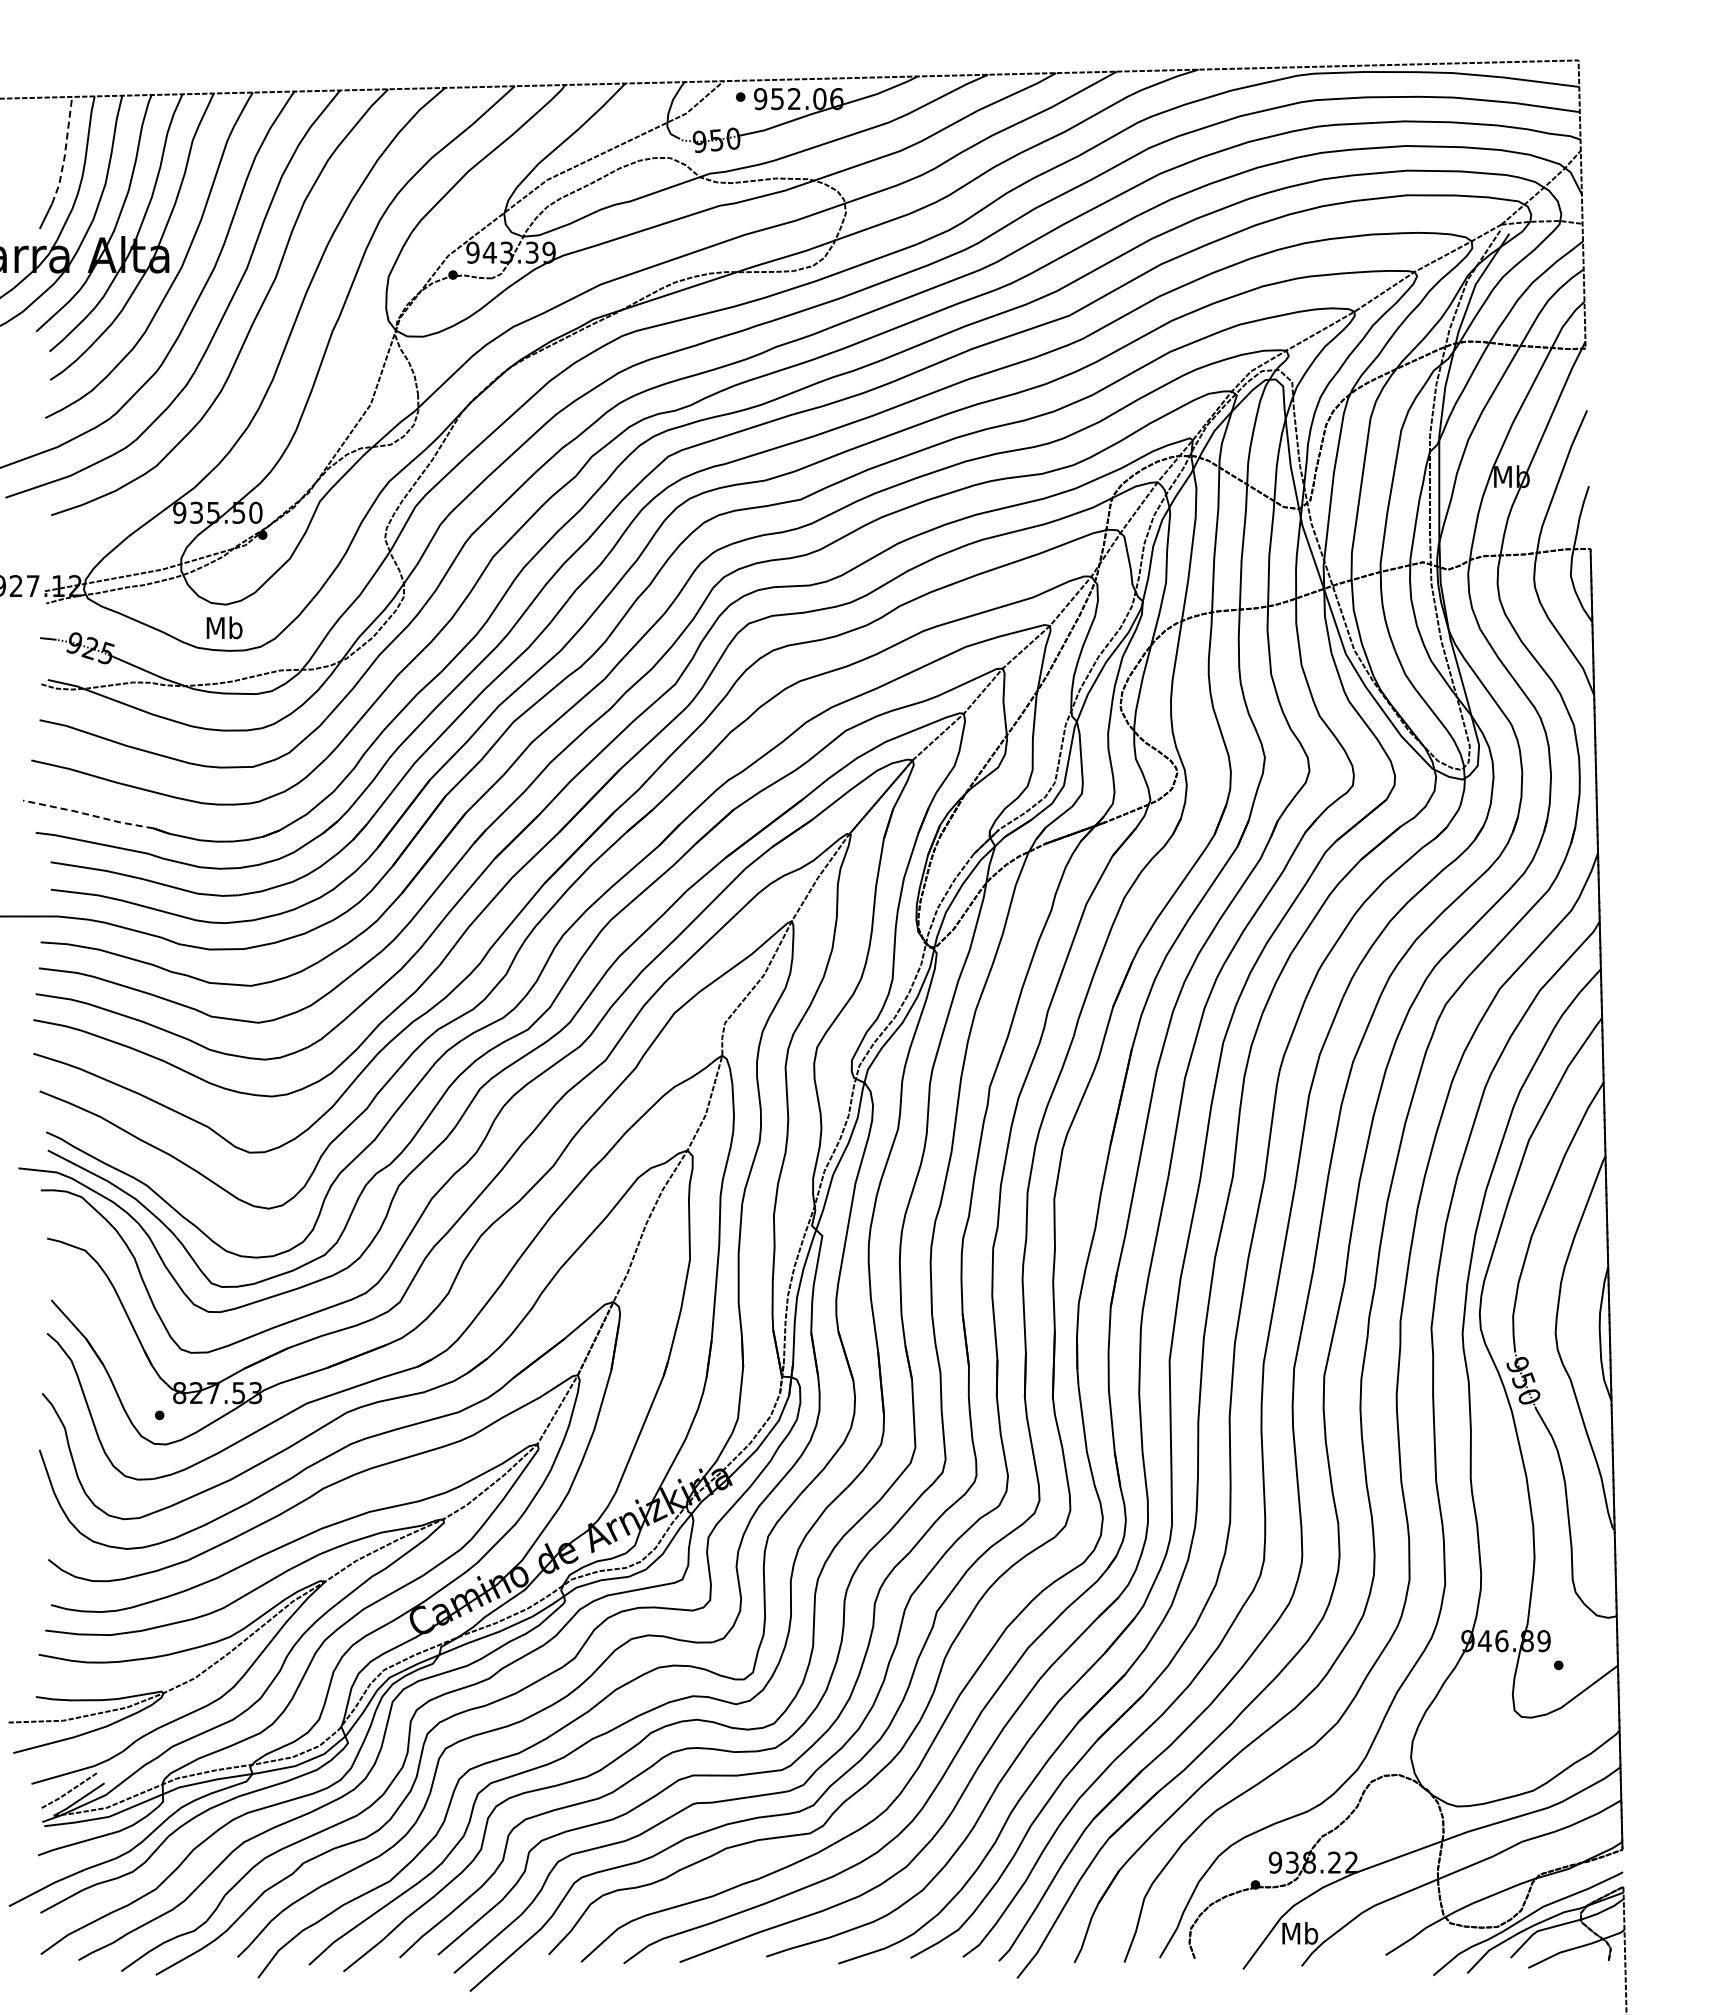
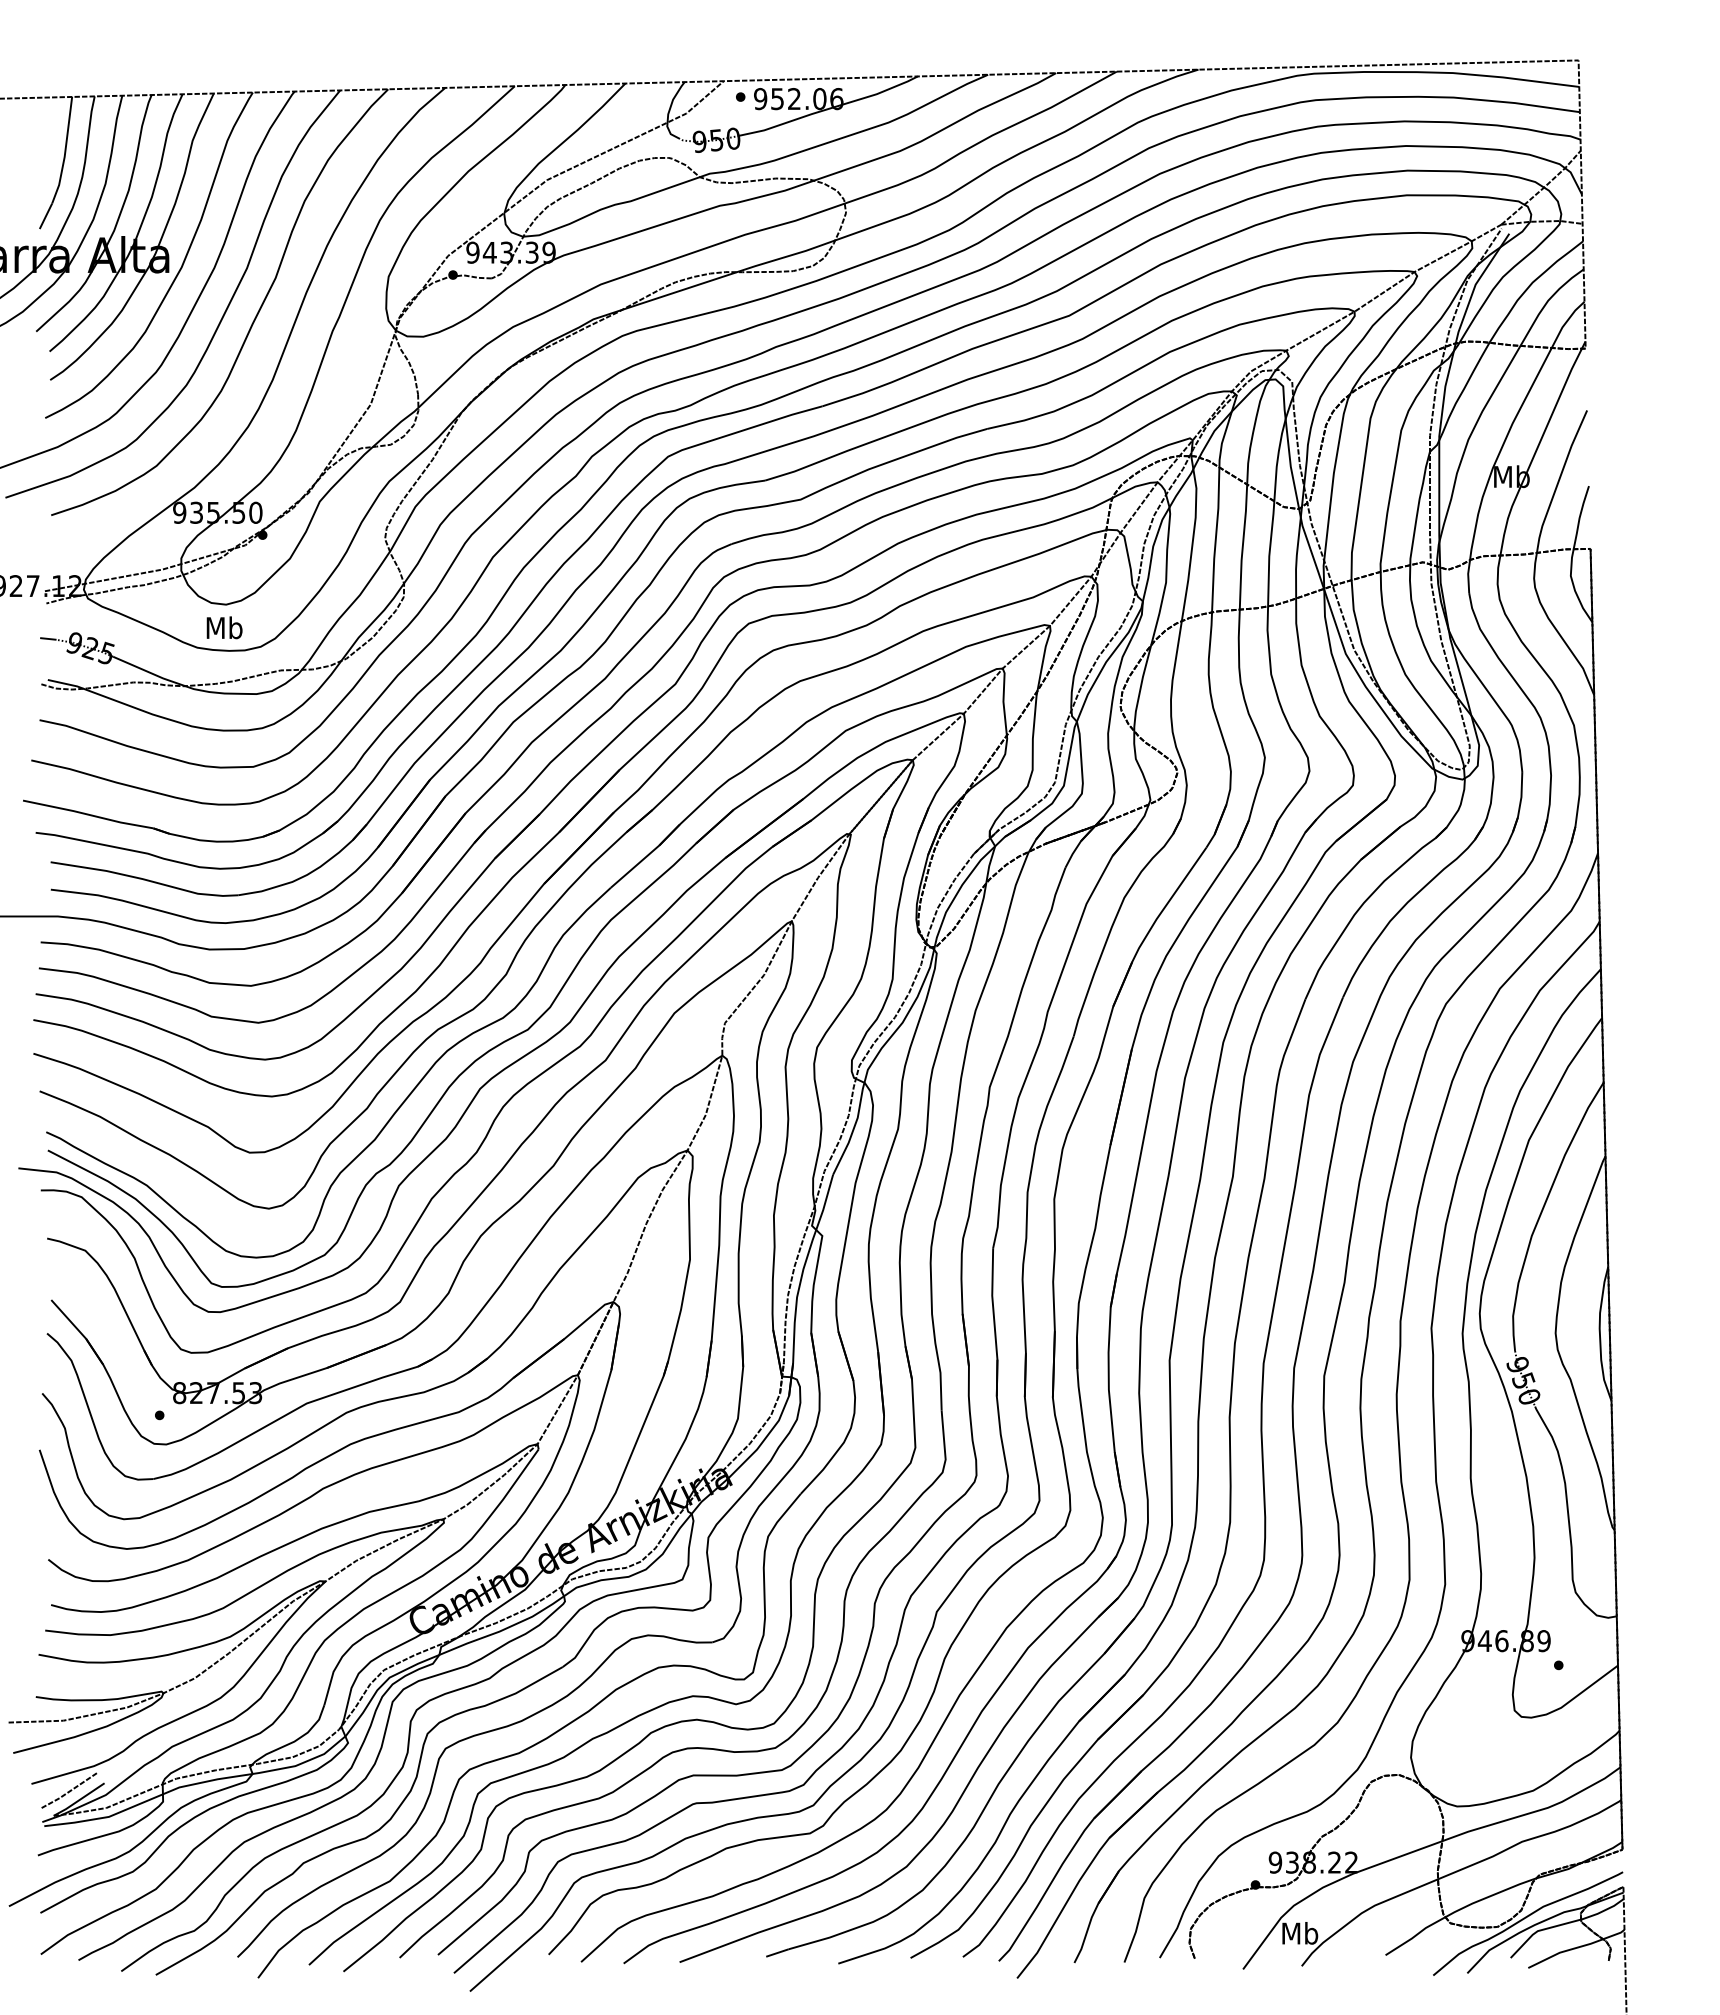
line at (65, 152): dashed -> solid
line at (88, 814): dashed -> solid
